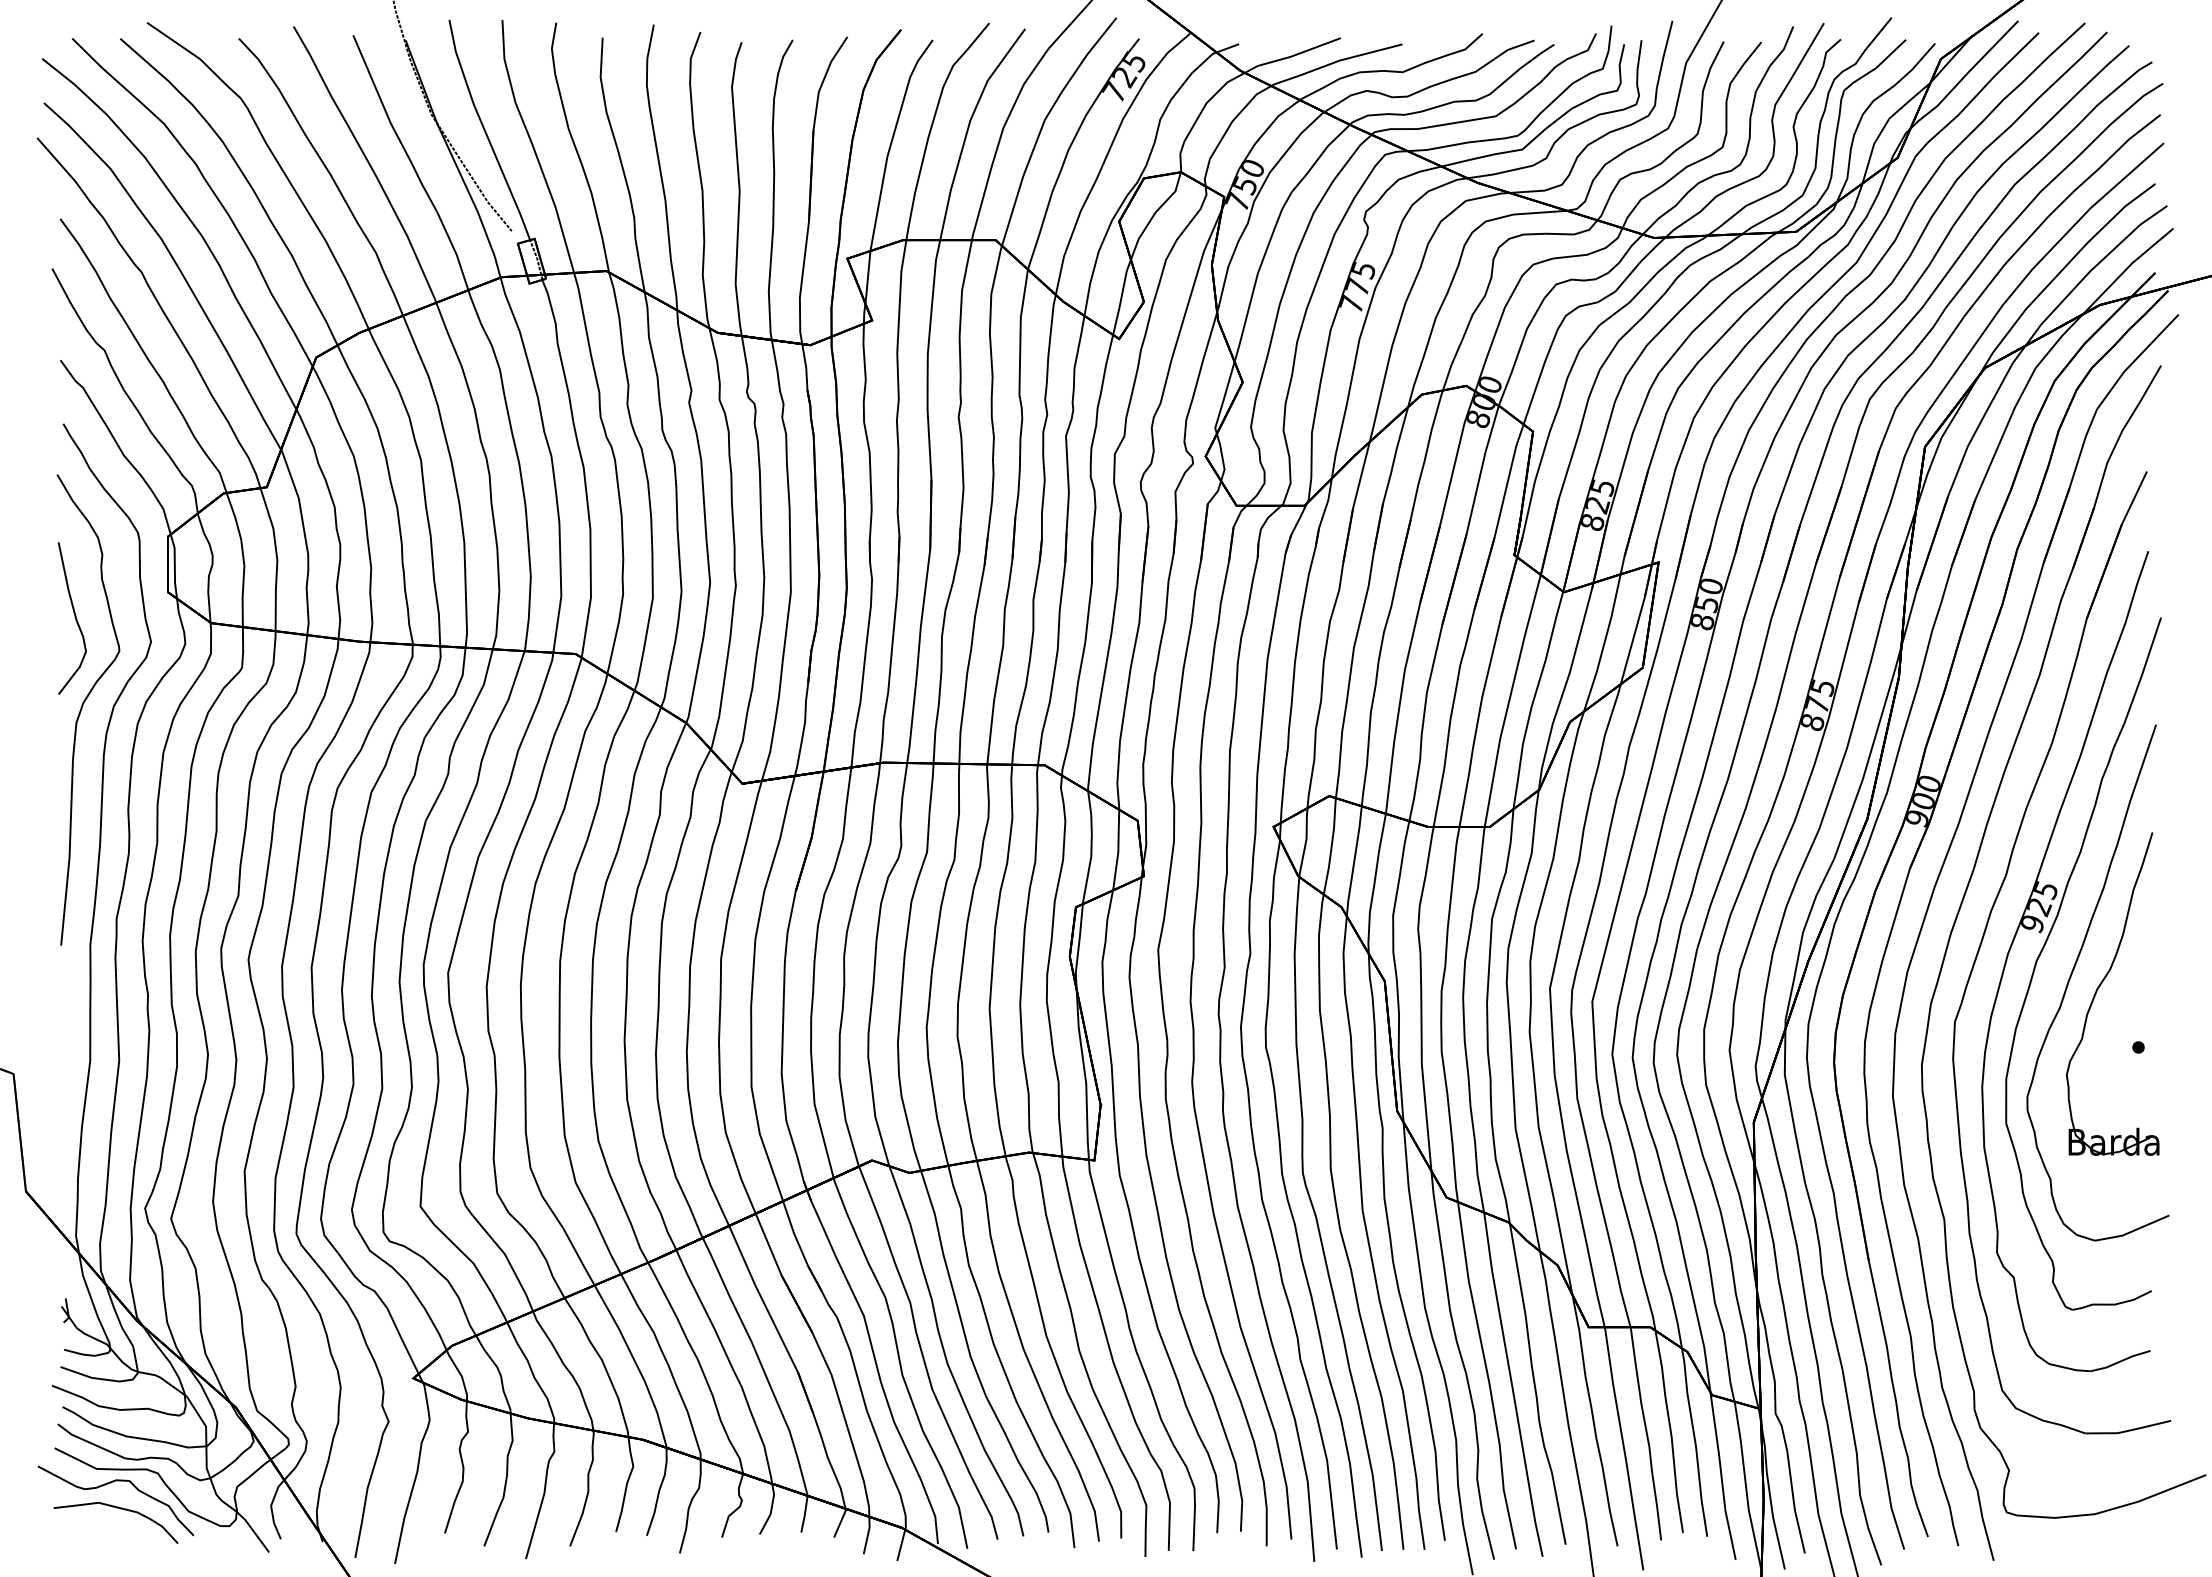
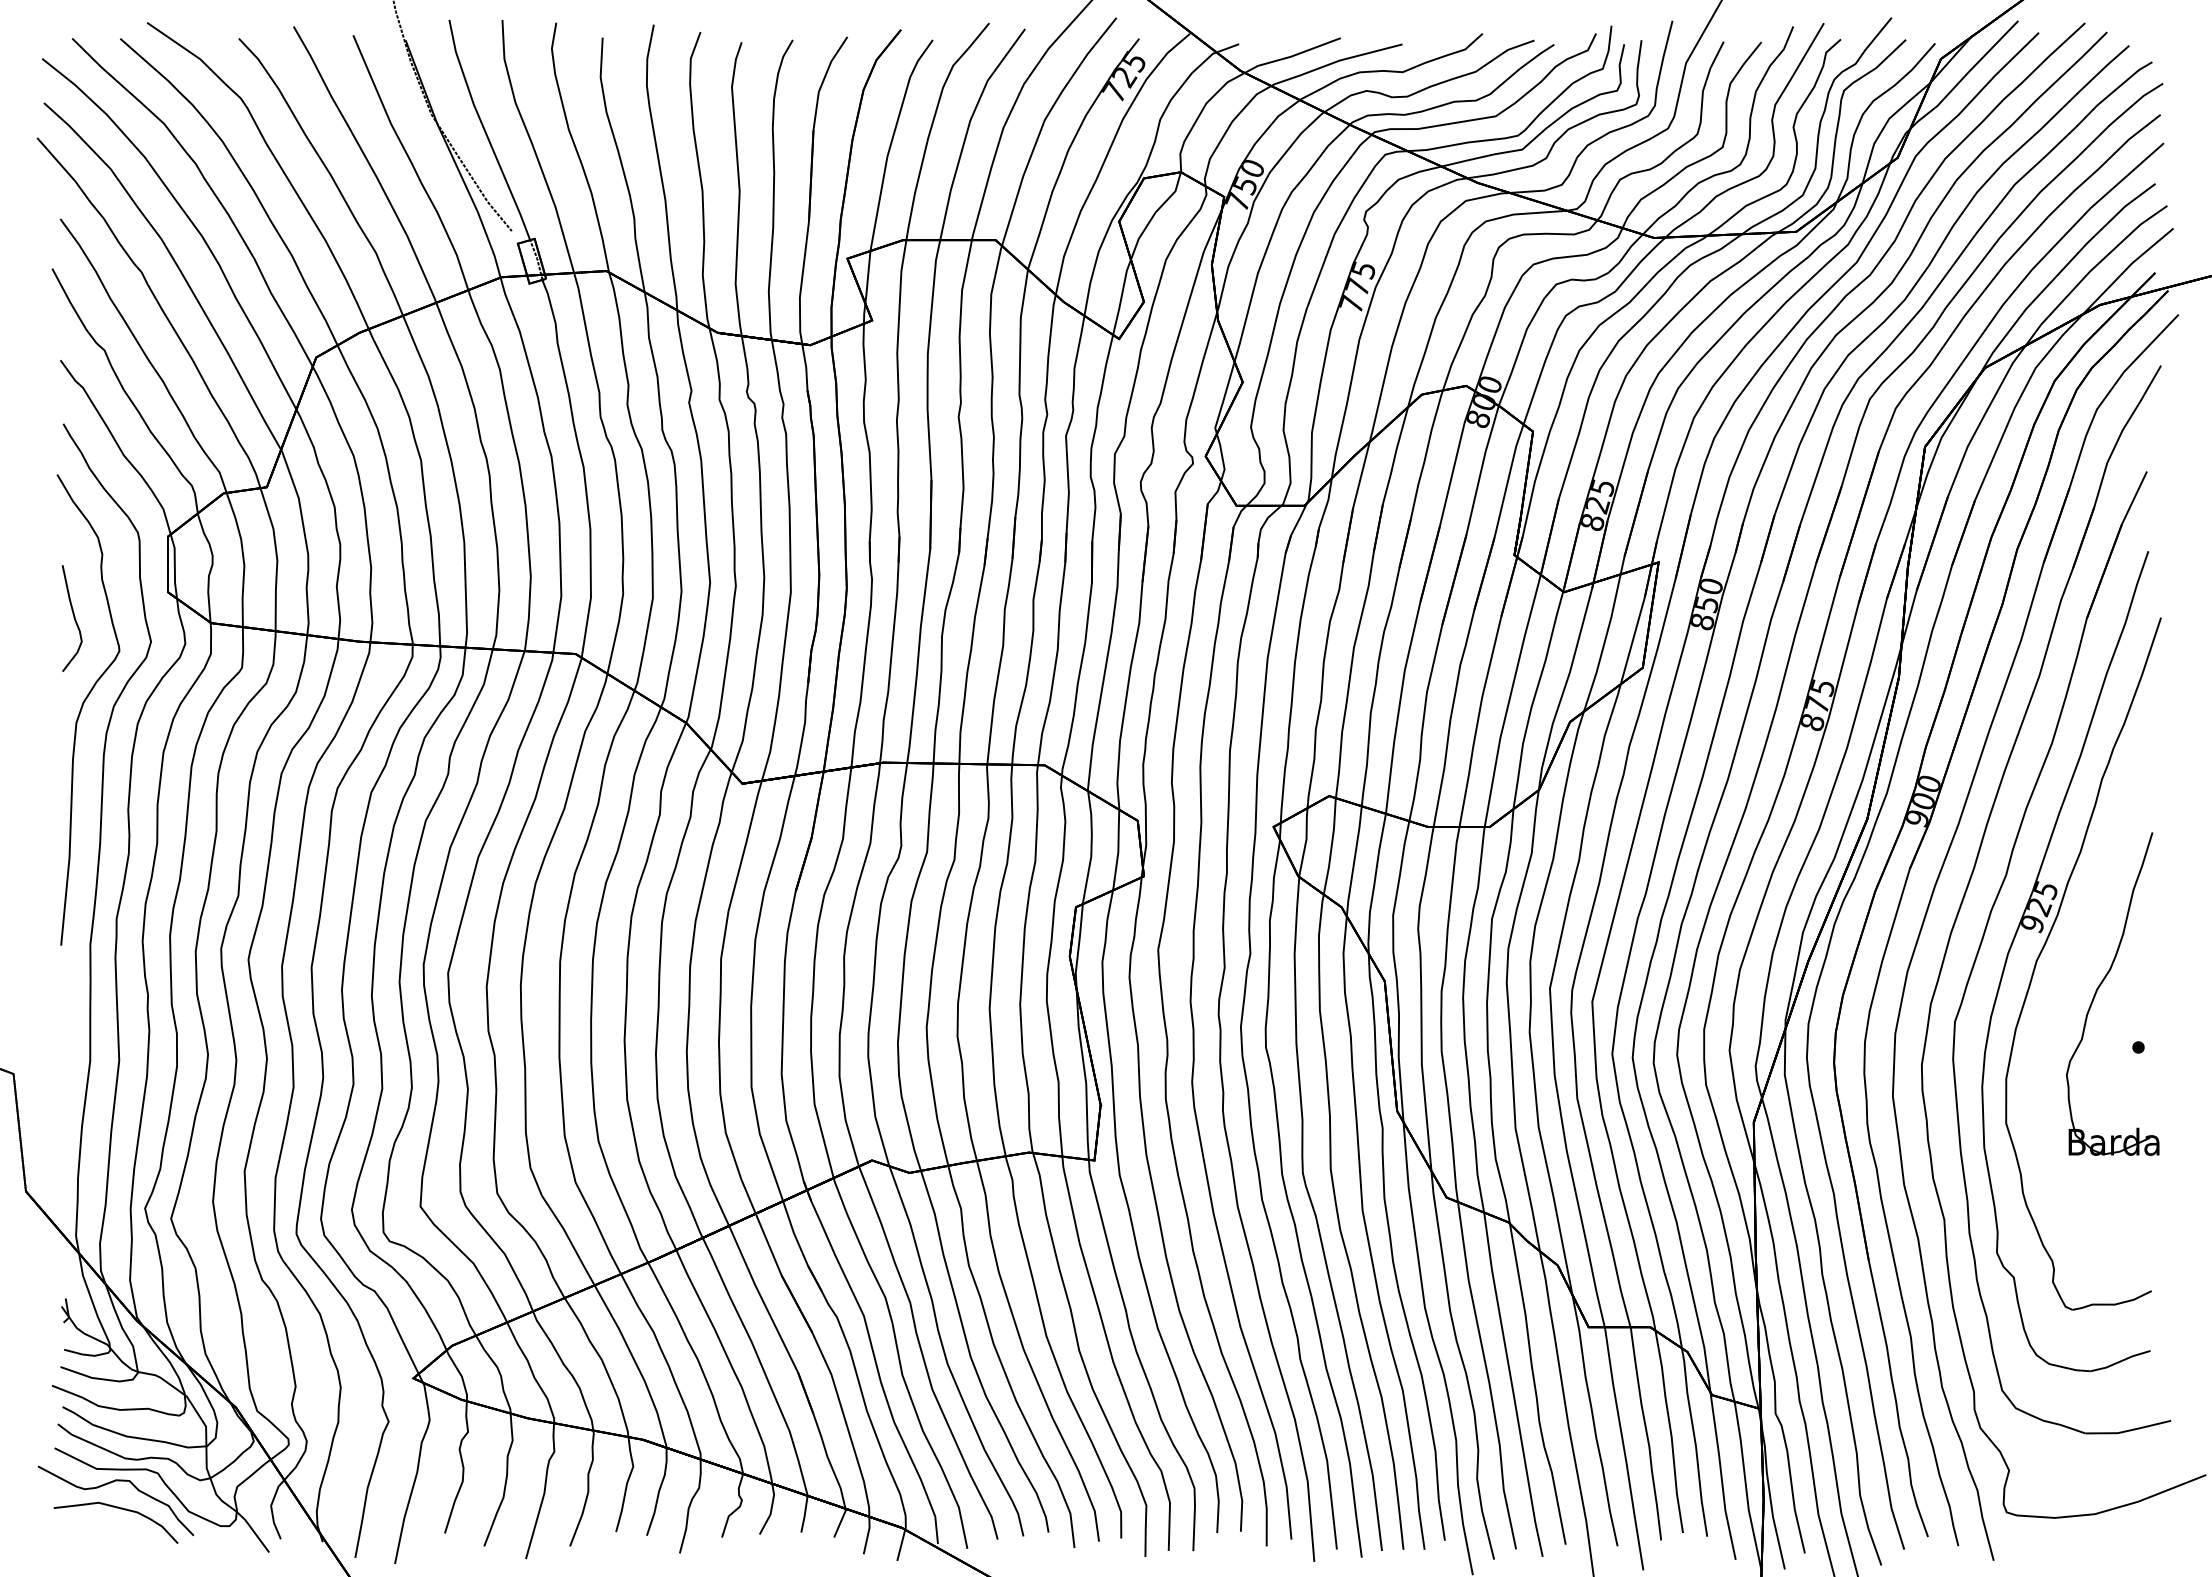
part at (71, 618) size: 30x153 px -> 22x107 px
part at (2073, 972): present -> none
